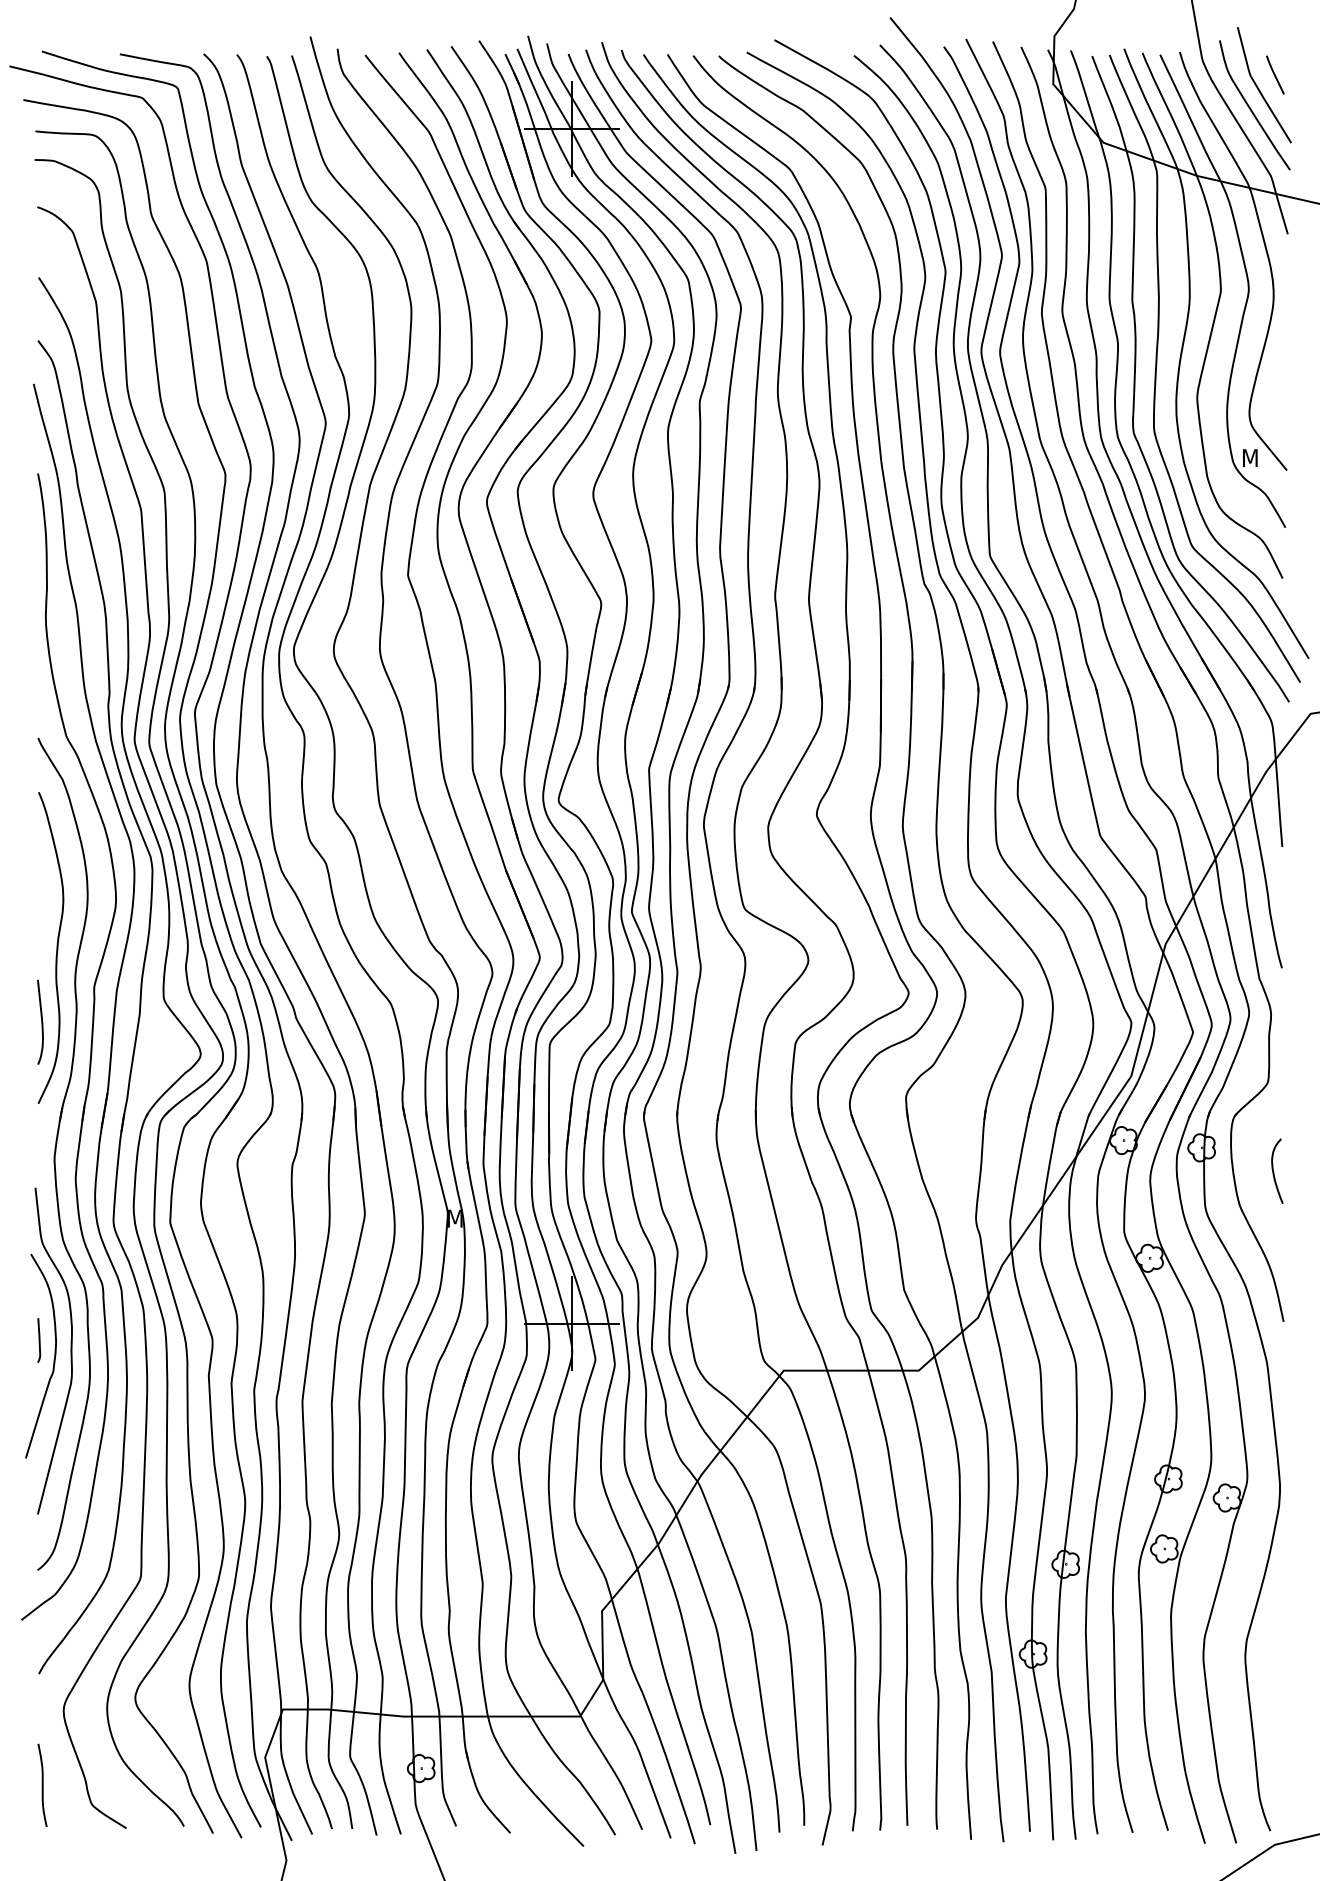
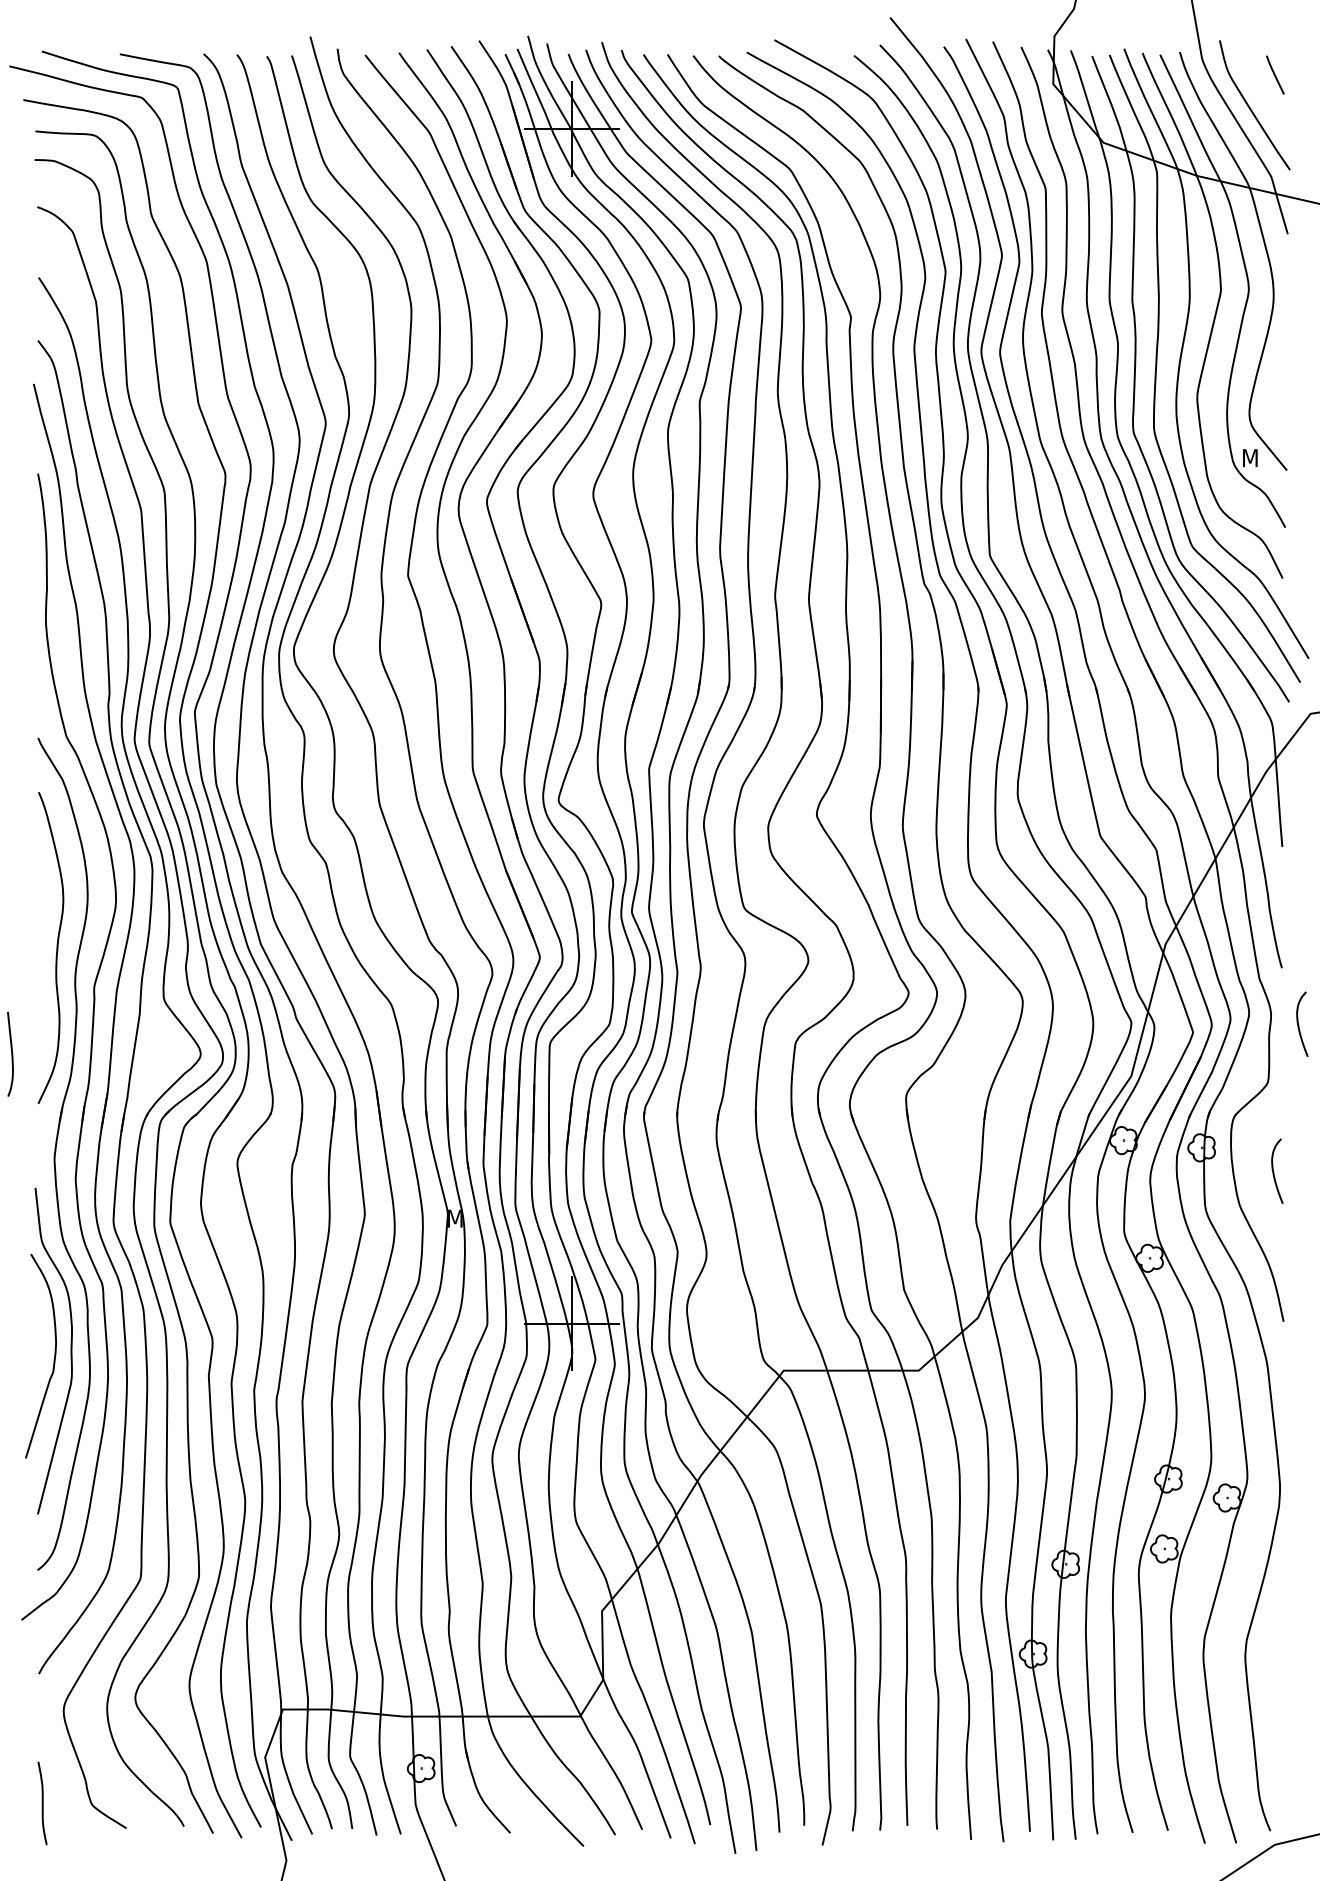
curve at (1259, 88): present -> none
curve at (41, 1021) position: (41, 1021) -> (11, 1053)
curve at (1299, 1025): none -> present
line at (39, 1340): present -> none
curve at (42, 1784) position: (42, 1784) -> (42, 1802)
